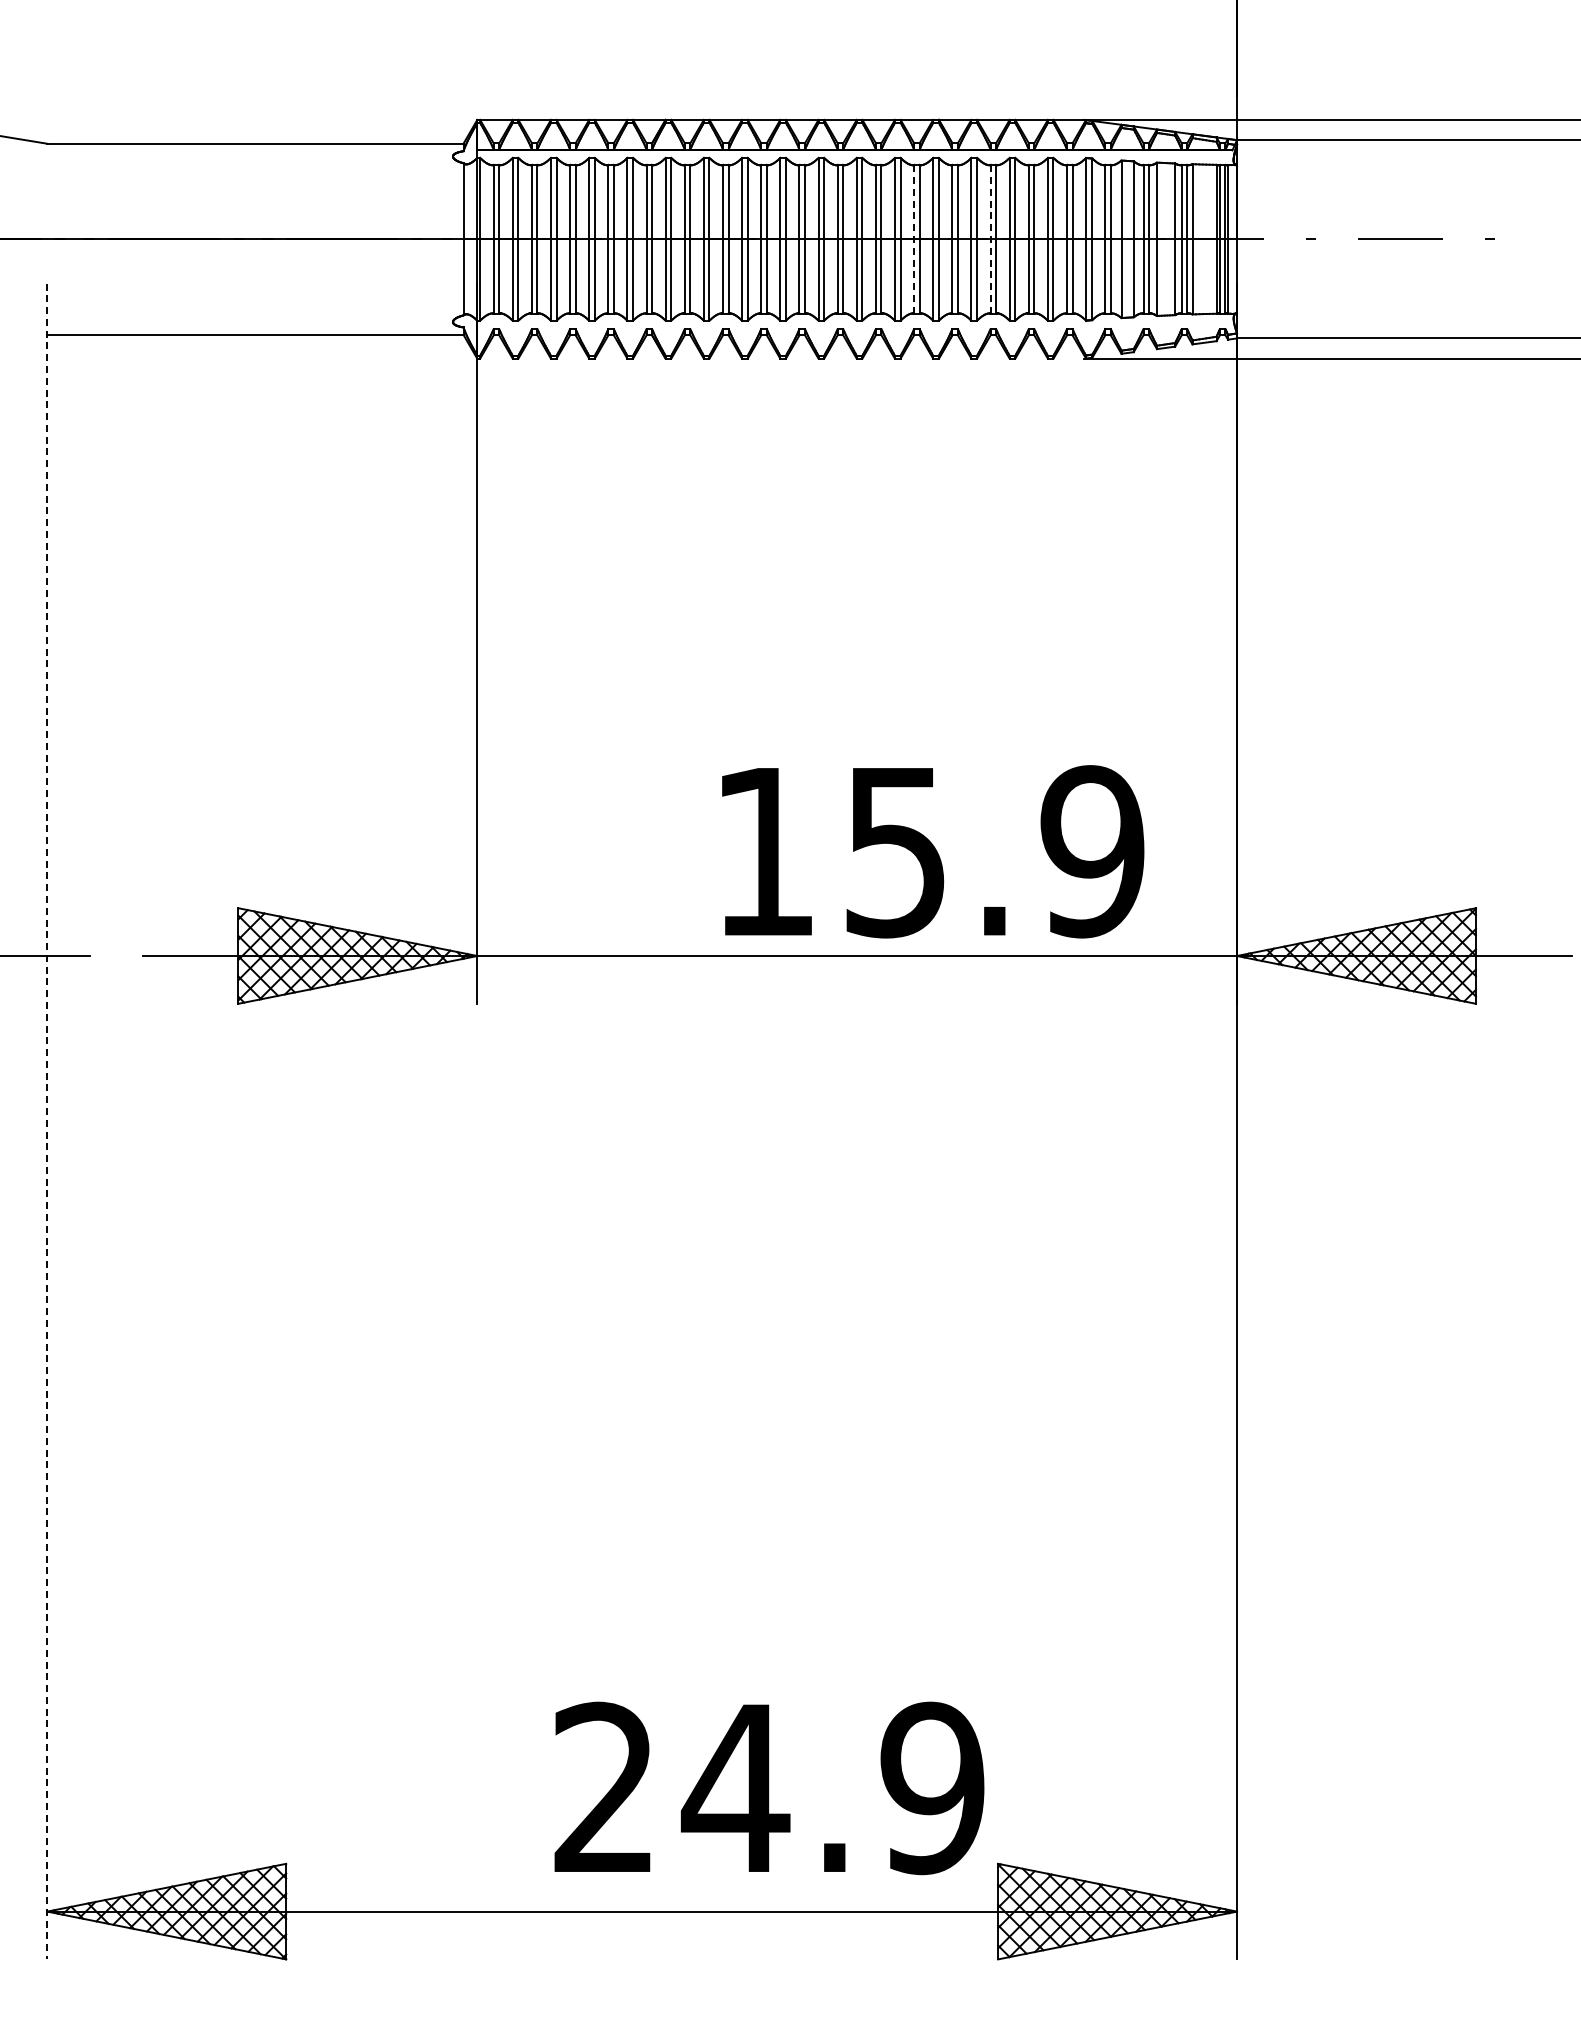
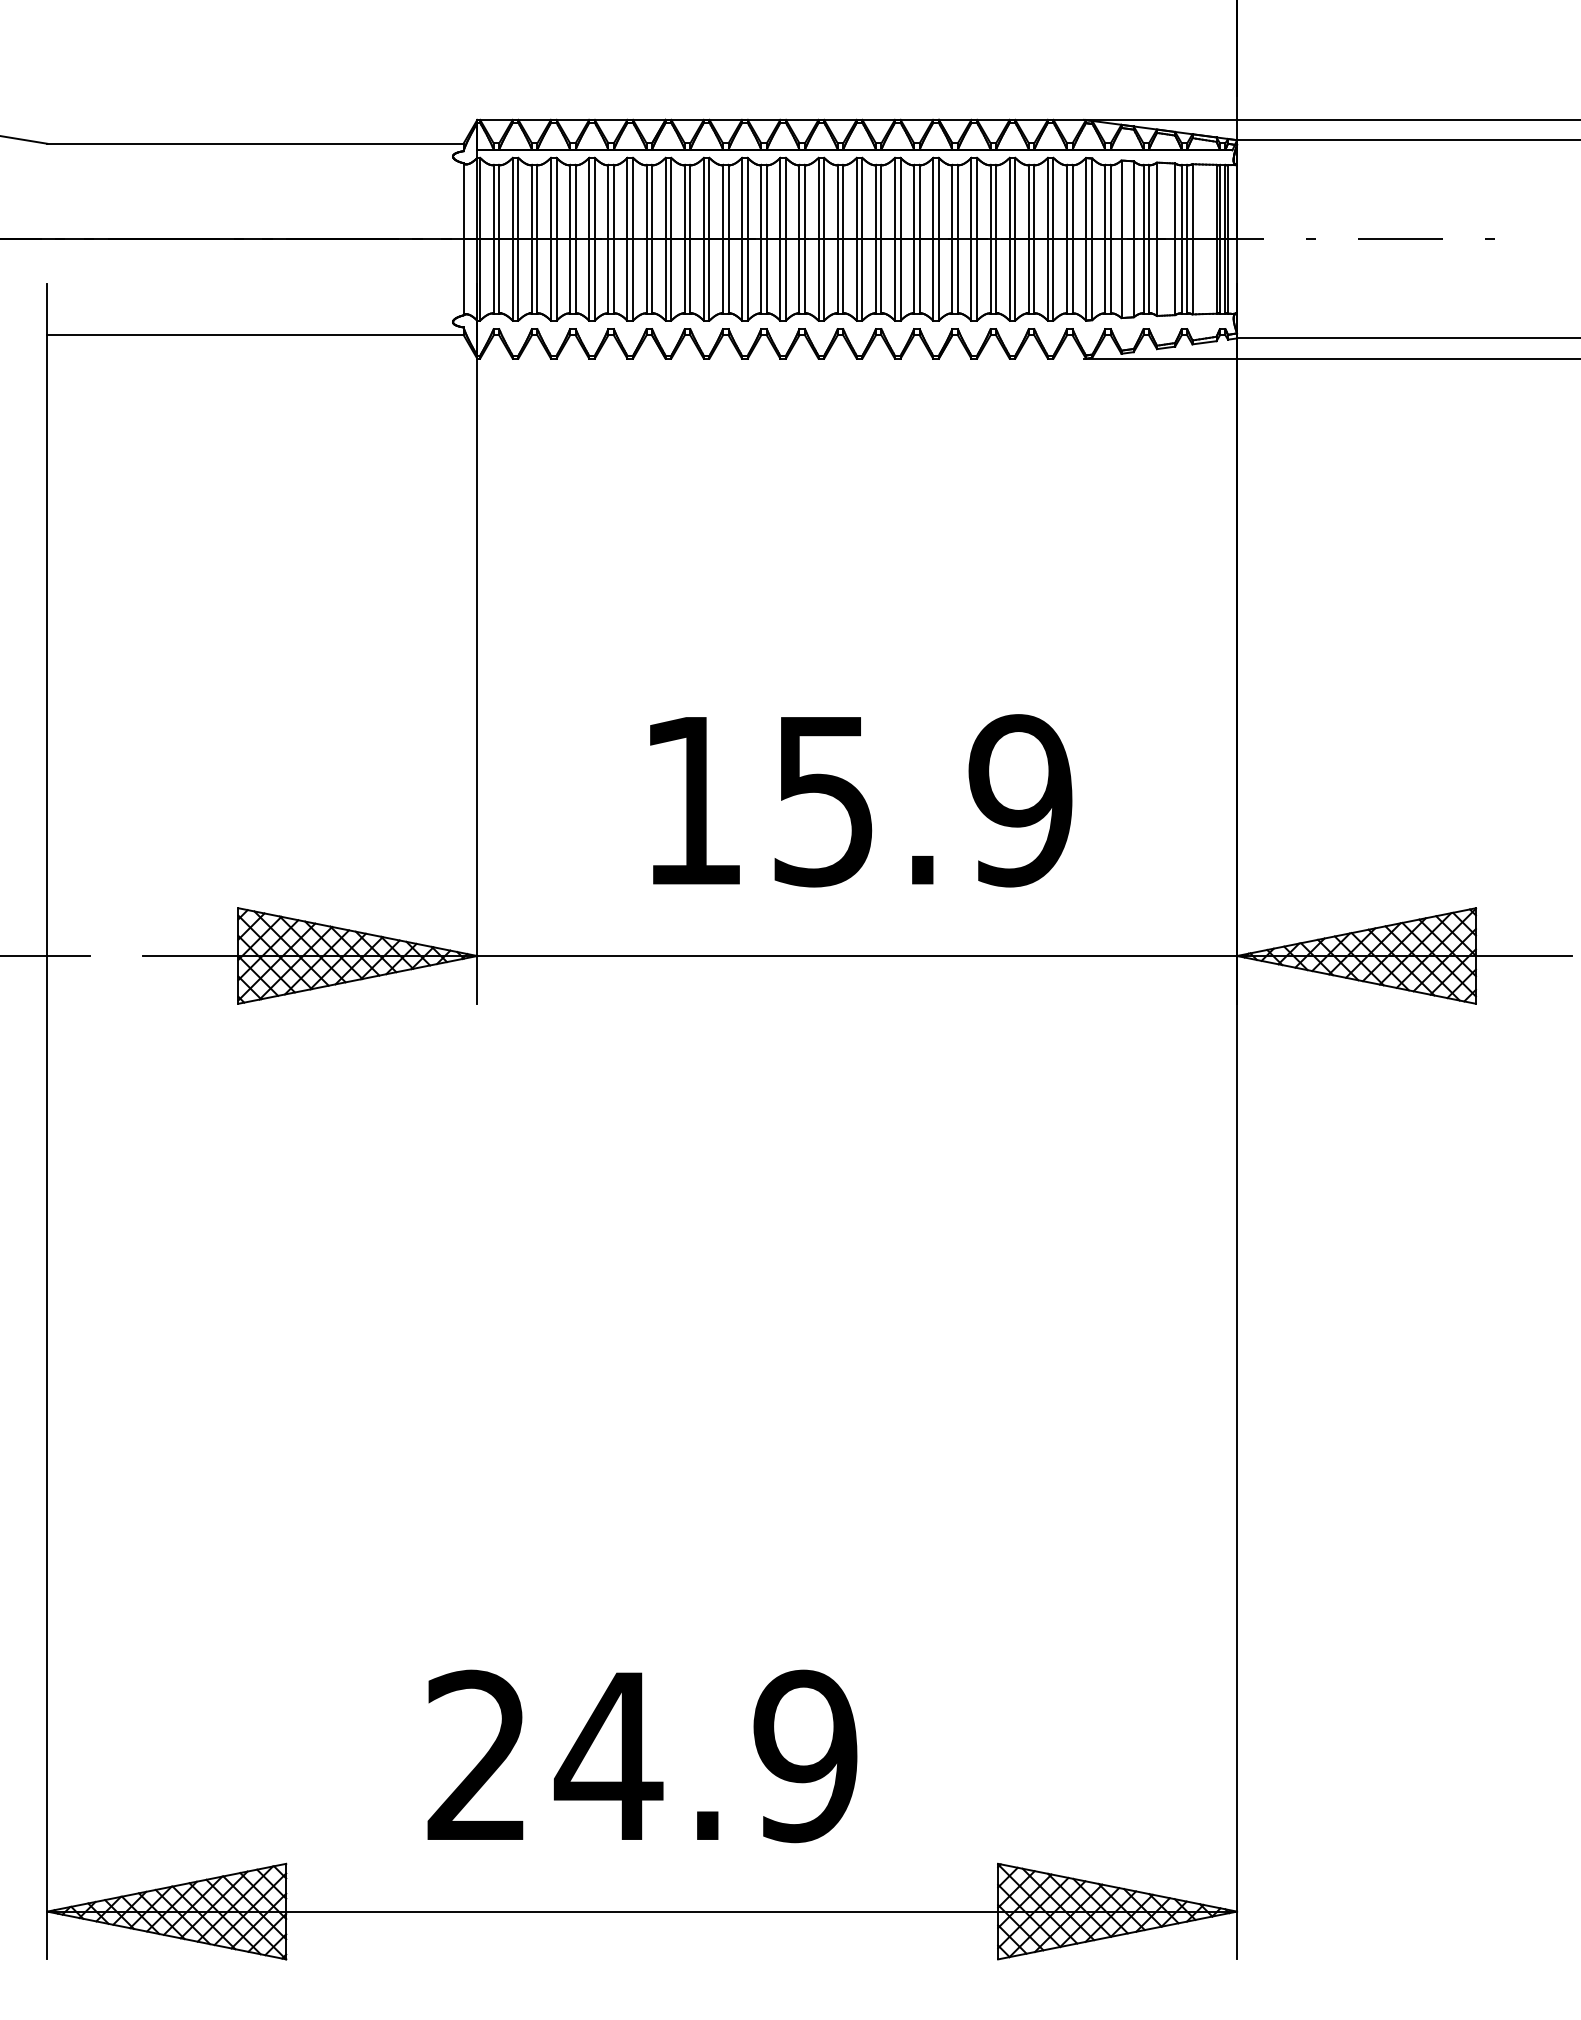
line at (914, 238): dashed -> solid
line at (990, 238): dashed -> solid
text at (933, 851) position: (933, 851) -> (861, 800)
line at (47, 1121): dashed -> solid
text at (769, 1788) position: (769, 1788) -> (642, 1756)
